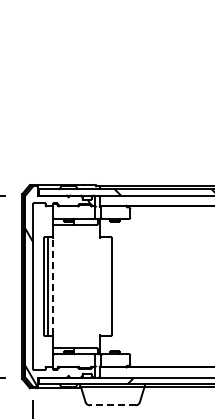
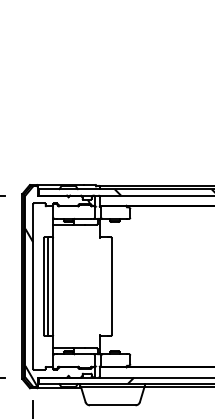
line at (53, 286): dashed -> solid
line at (112, 405): dashed -> solid
